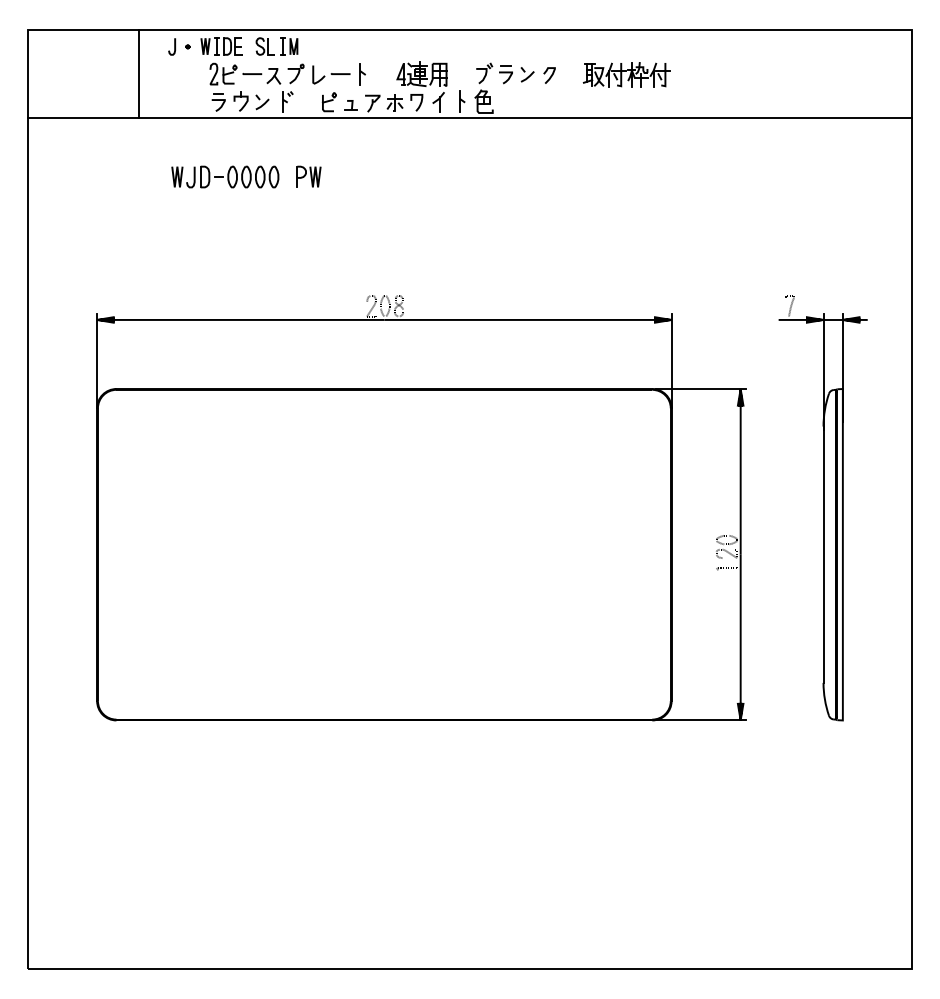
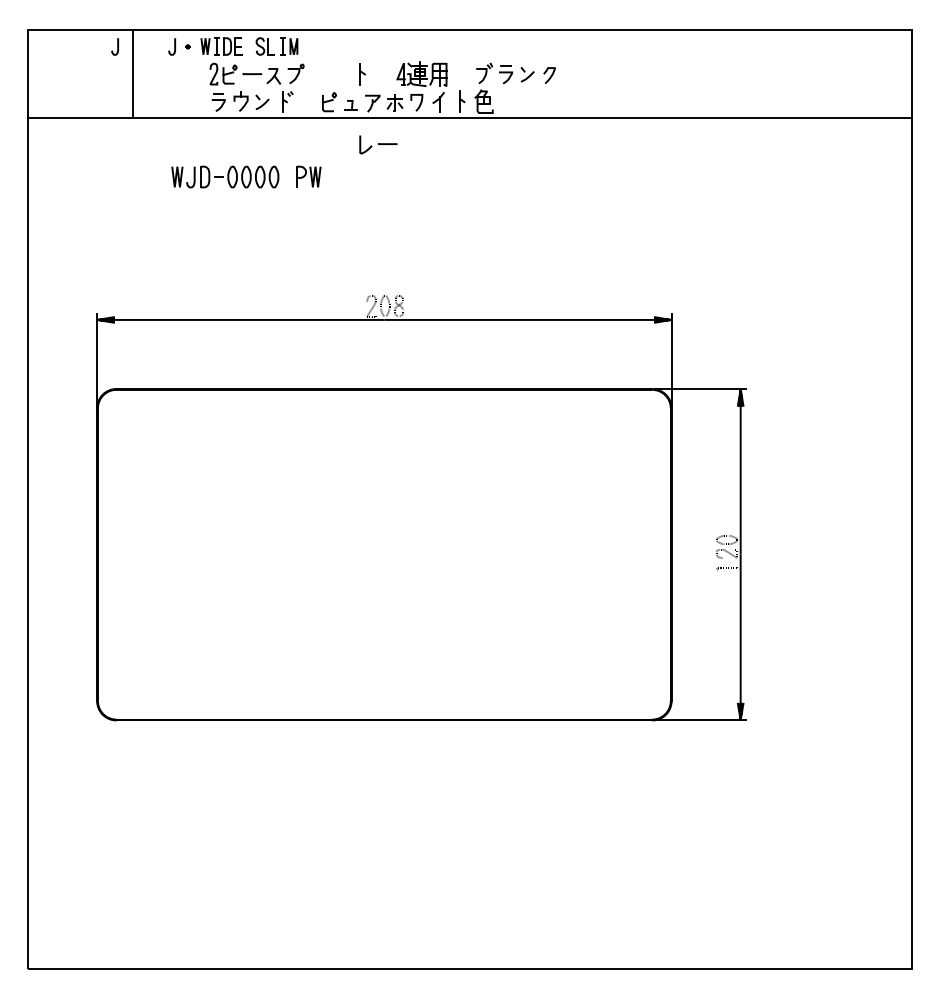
curve at (117, 46): none -> present
line at (138, 73) position: (138, 73) -> (132, 73)
part at (331, 74) position: (331, 74) -> (378, 144)
part at (626, 74): present -> none
part at (822, 508): present -> none
